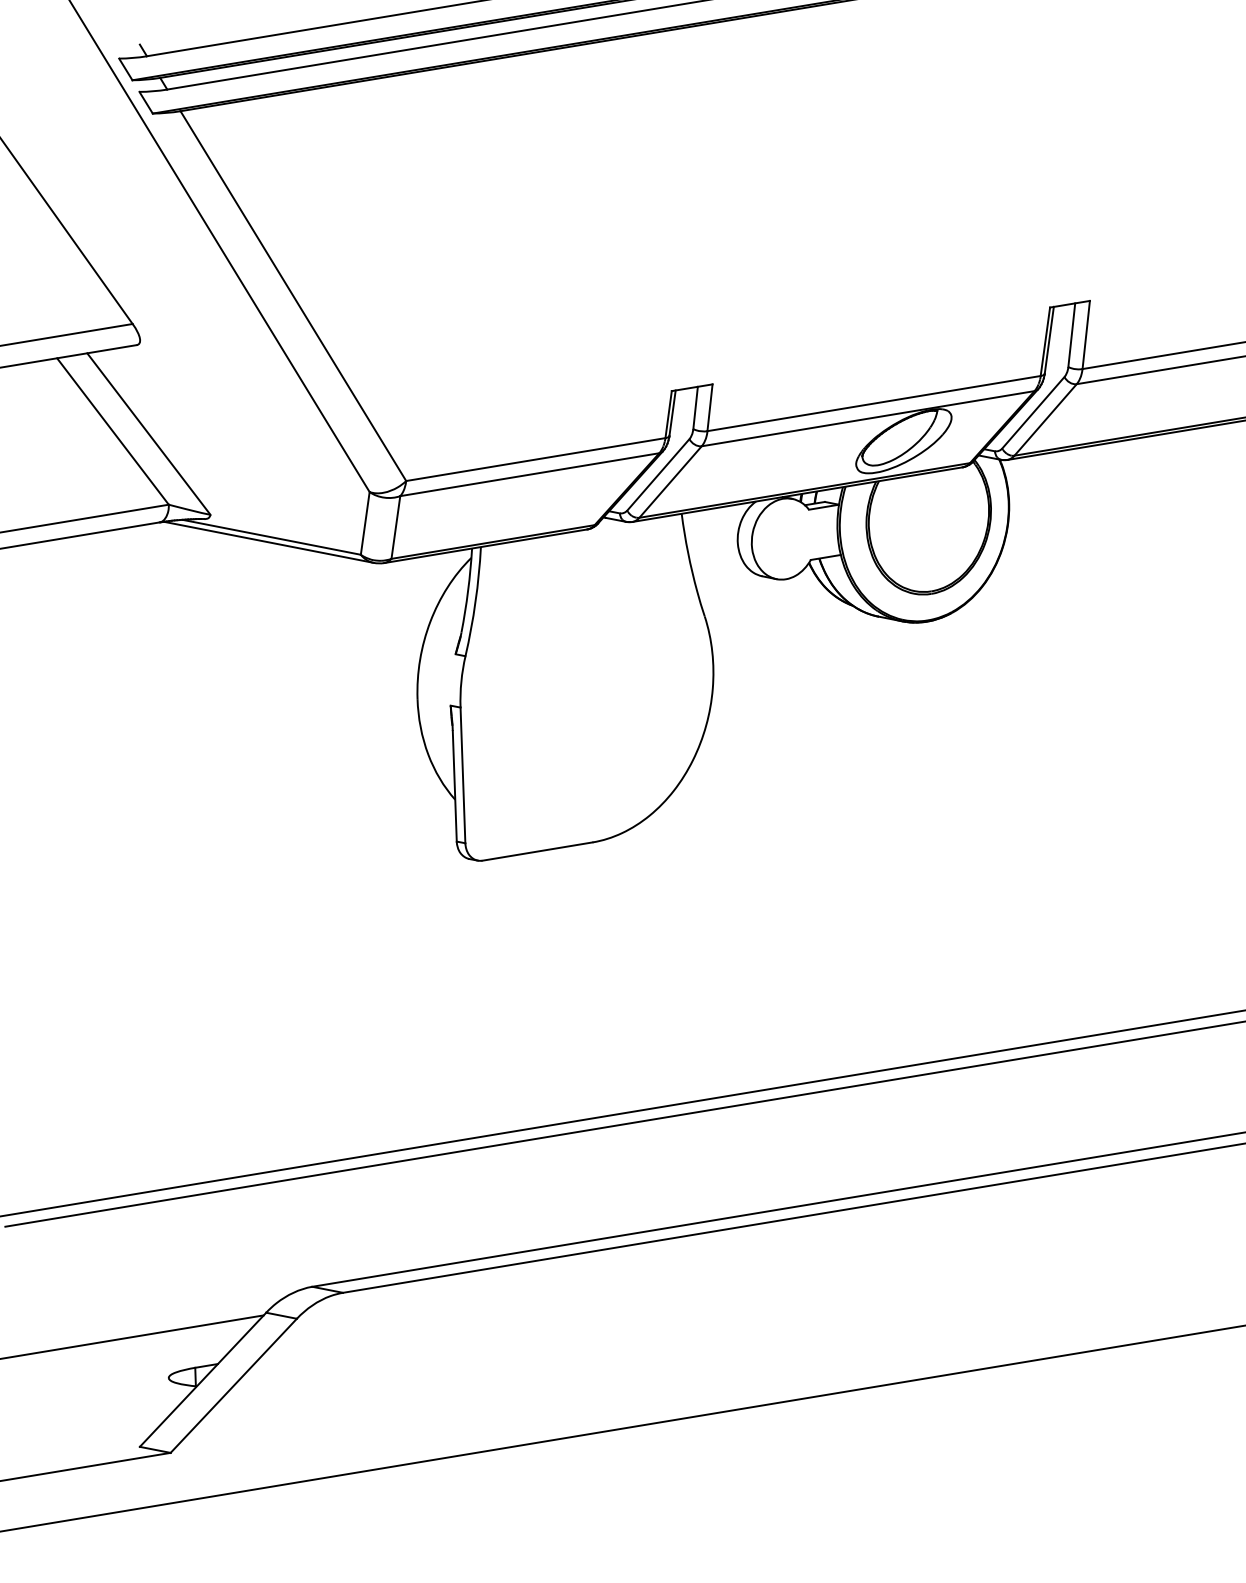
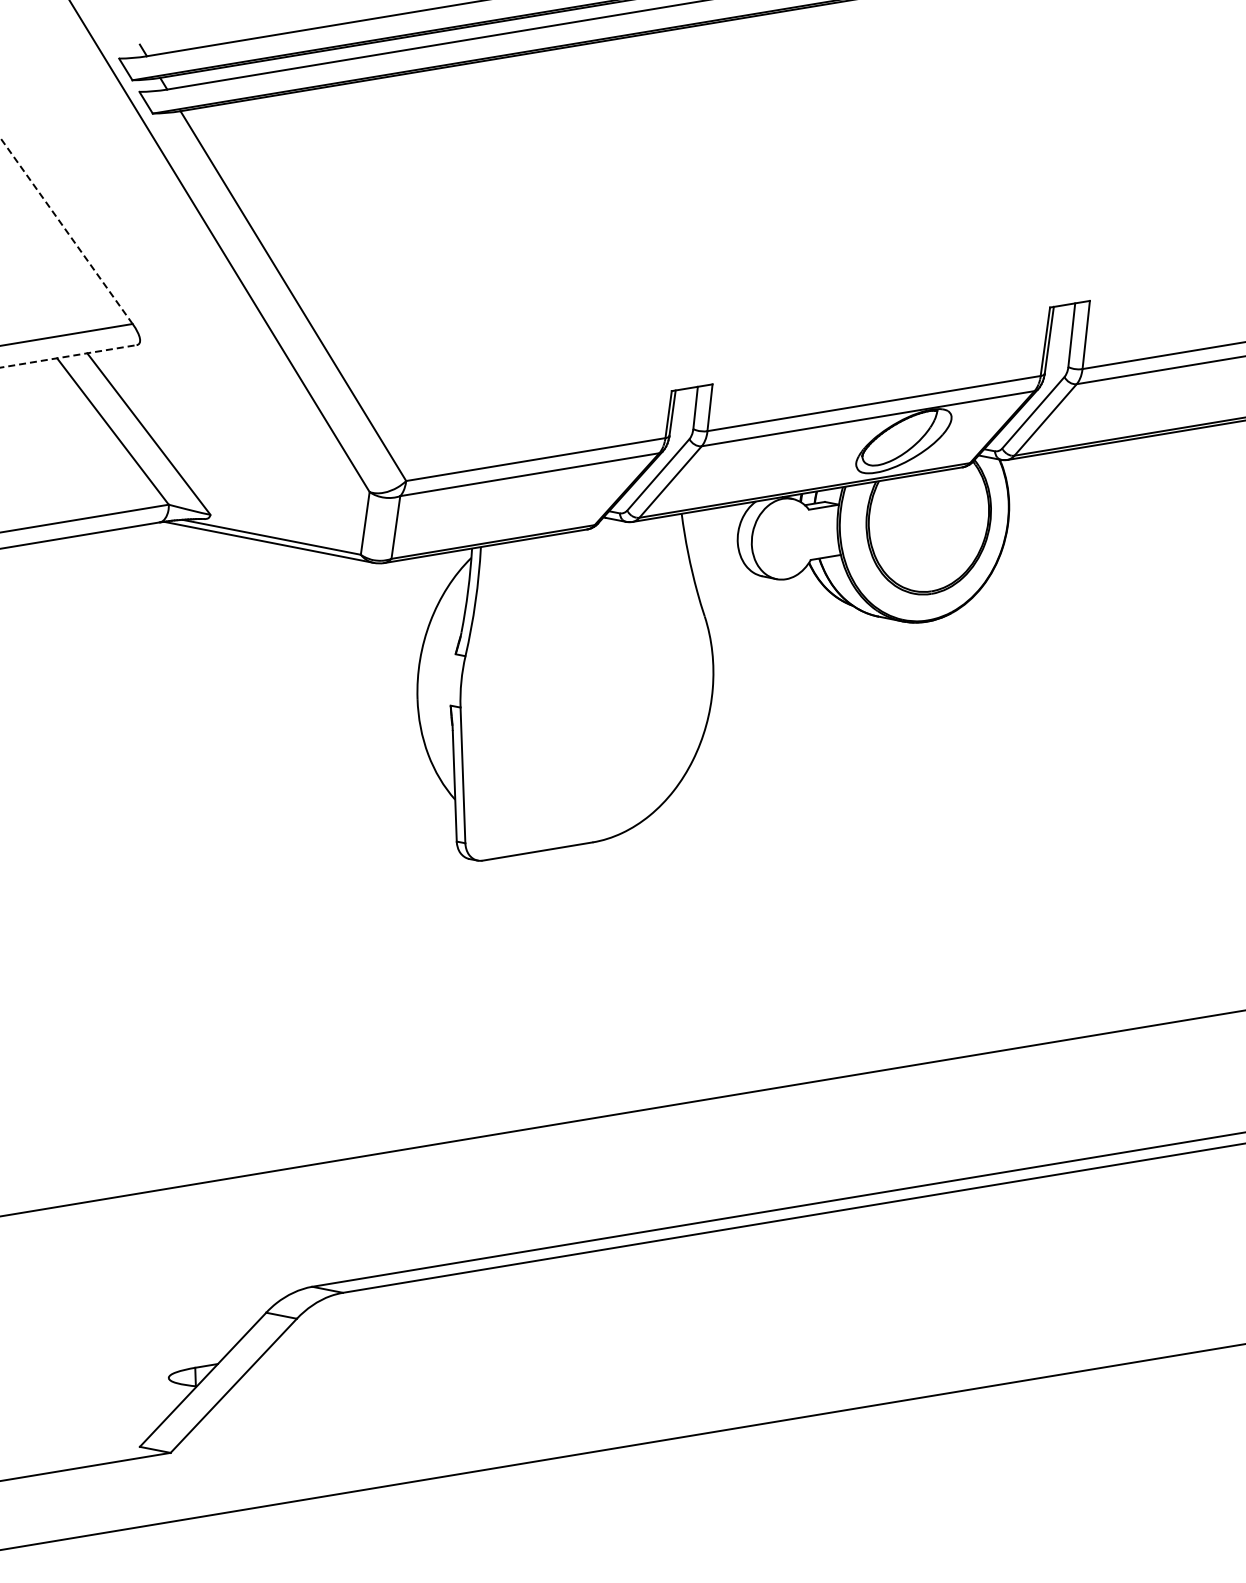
line at (66, 231): solid -> dashed
line at (68, 356): solid -> dashed
line at (623, 1123): present -> none
line at (132, 1336): present -> none
line at (622, 1428) position: (622, 1428) -> (622, 1446)
